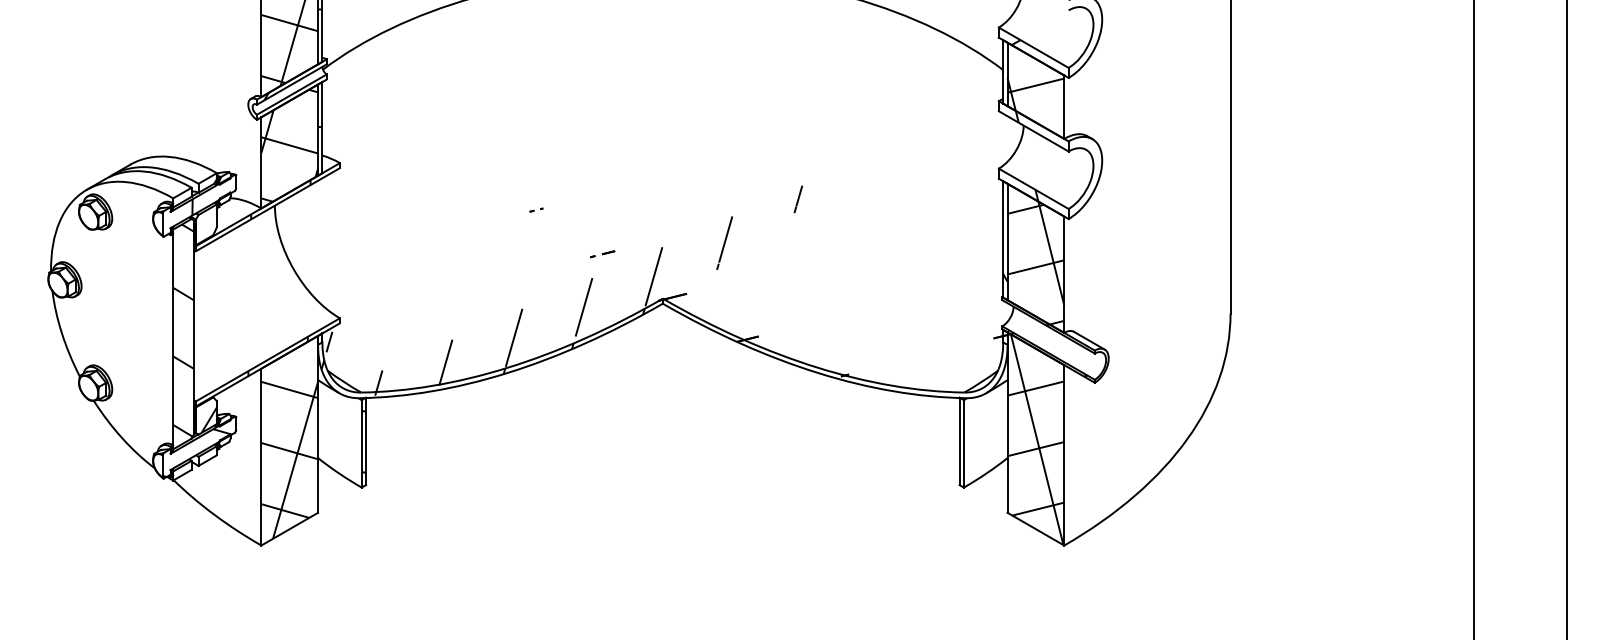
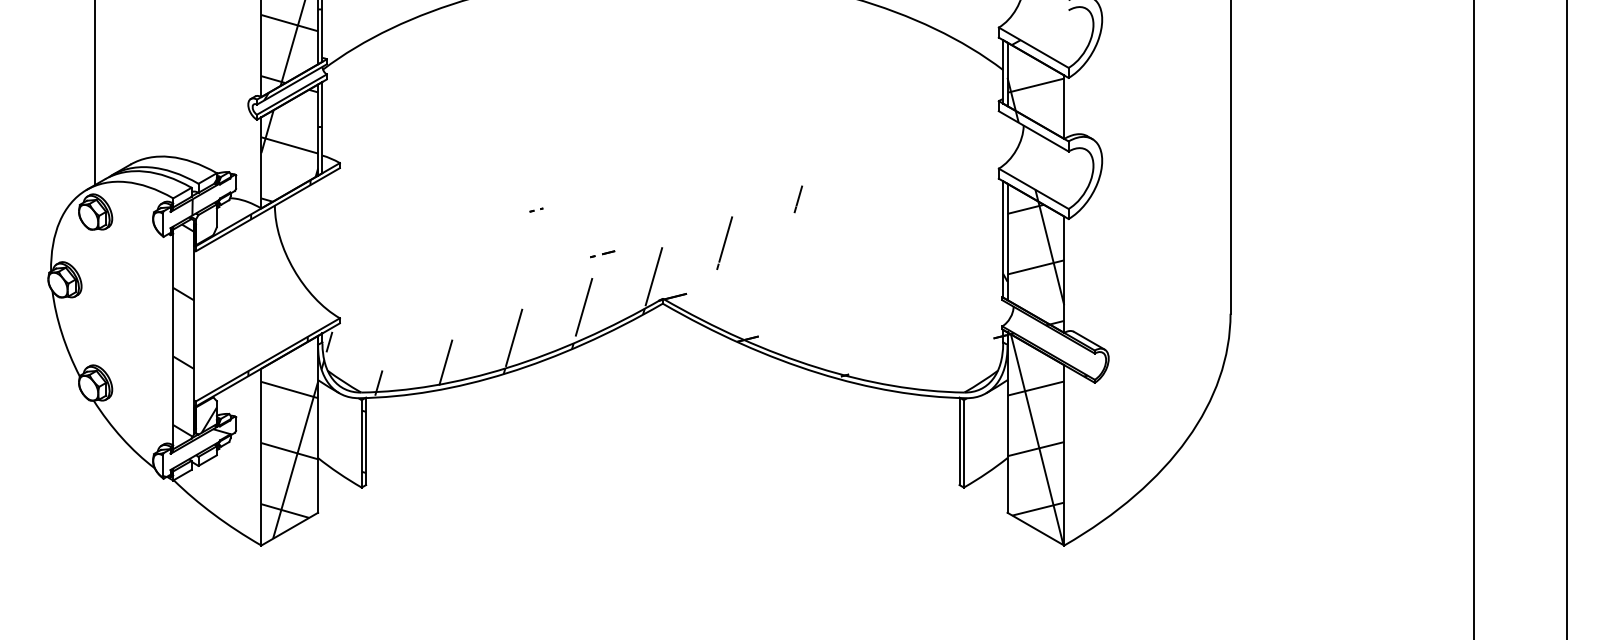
line at (95, 93): none -> present
